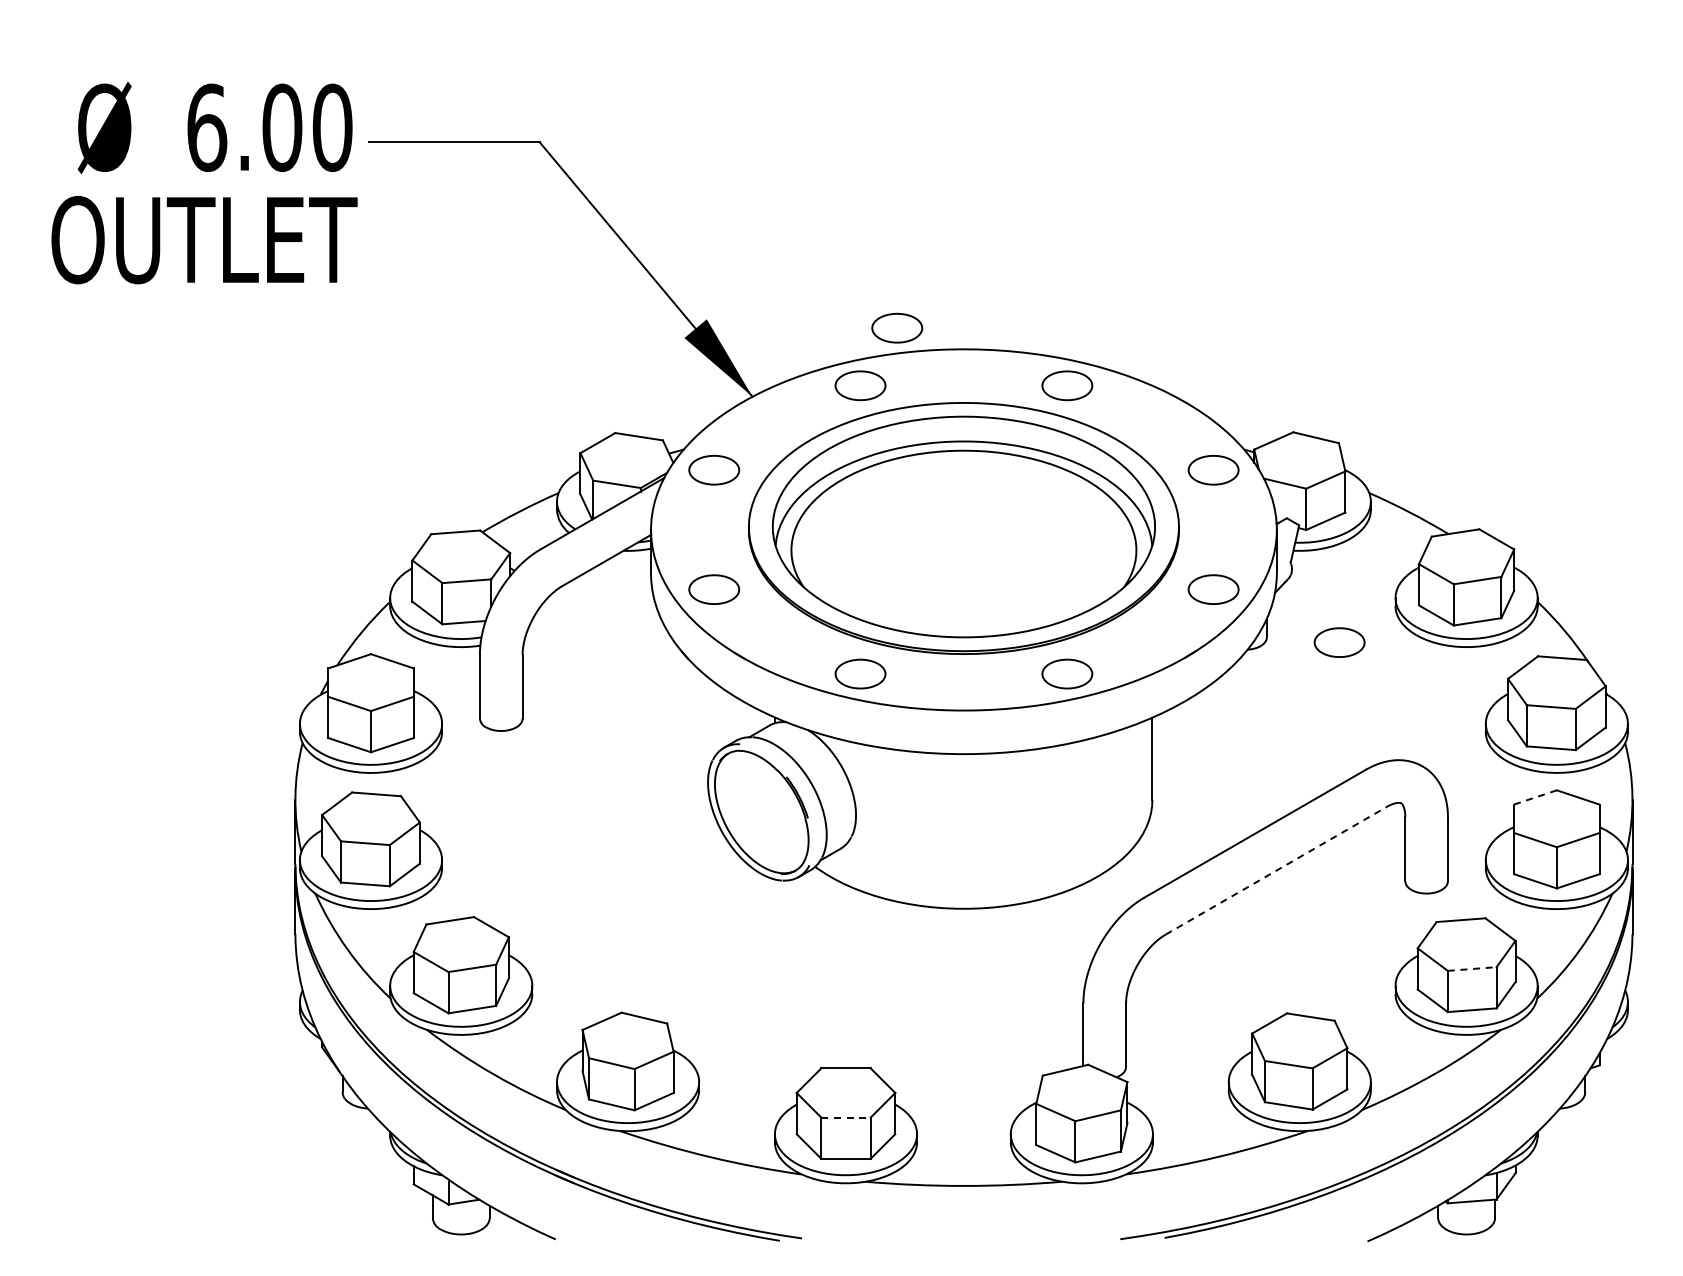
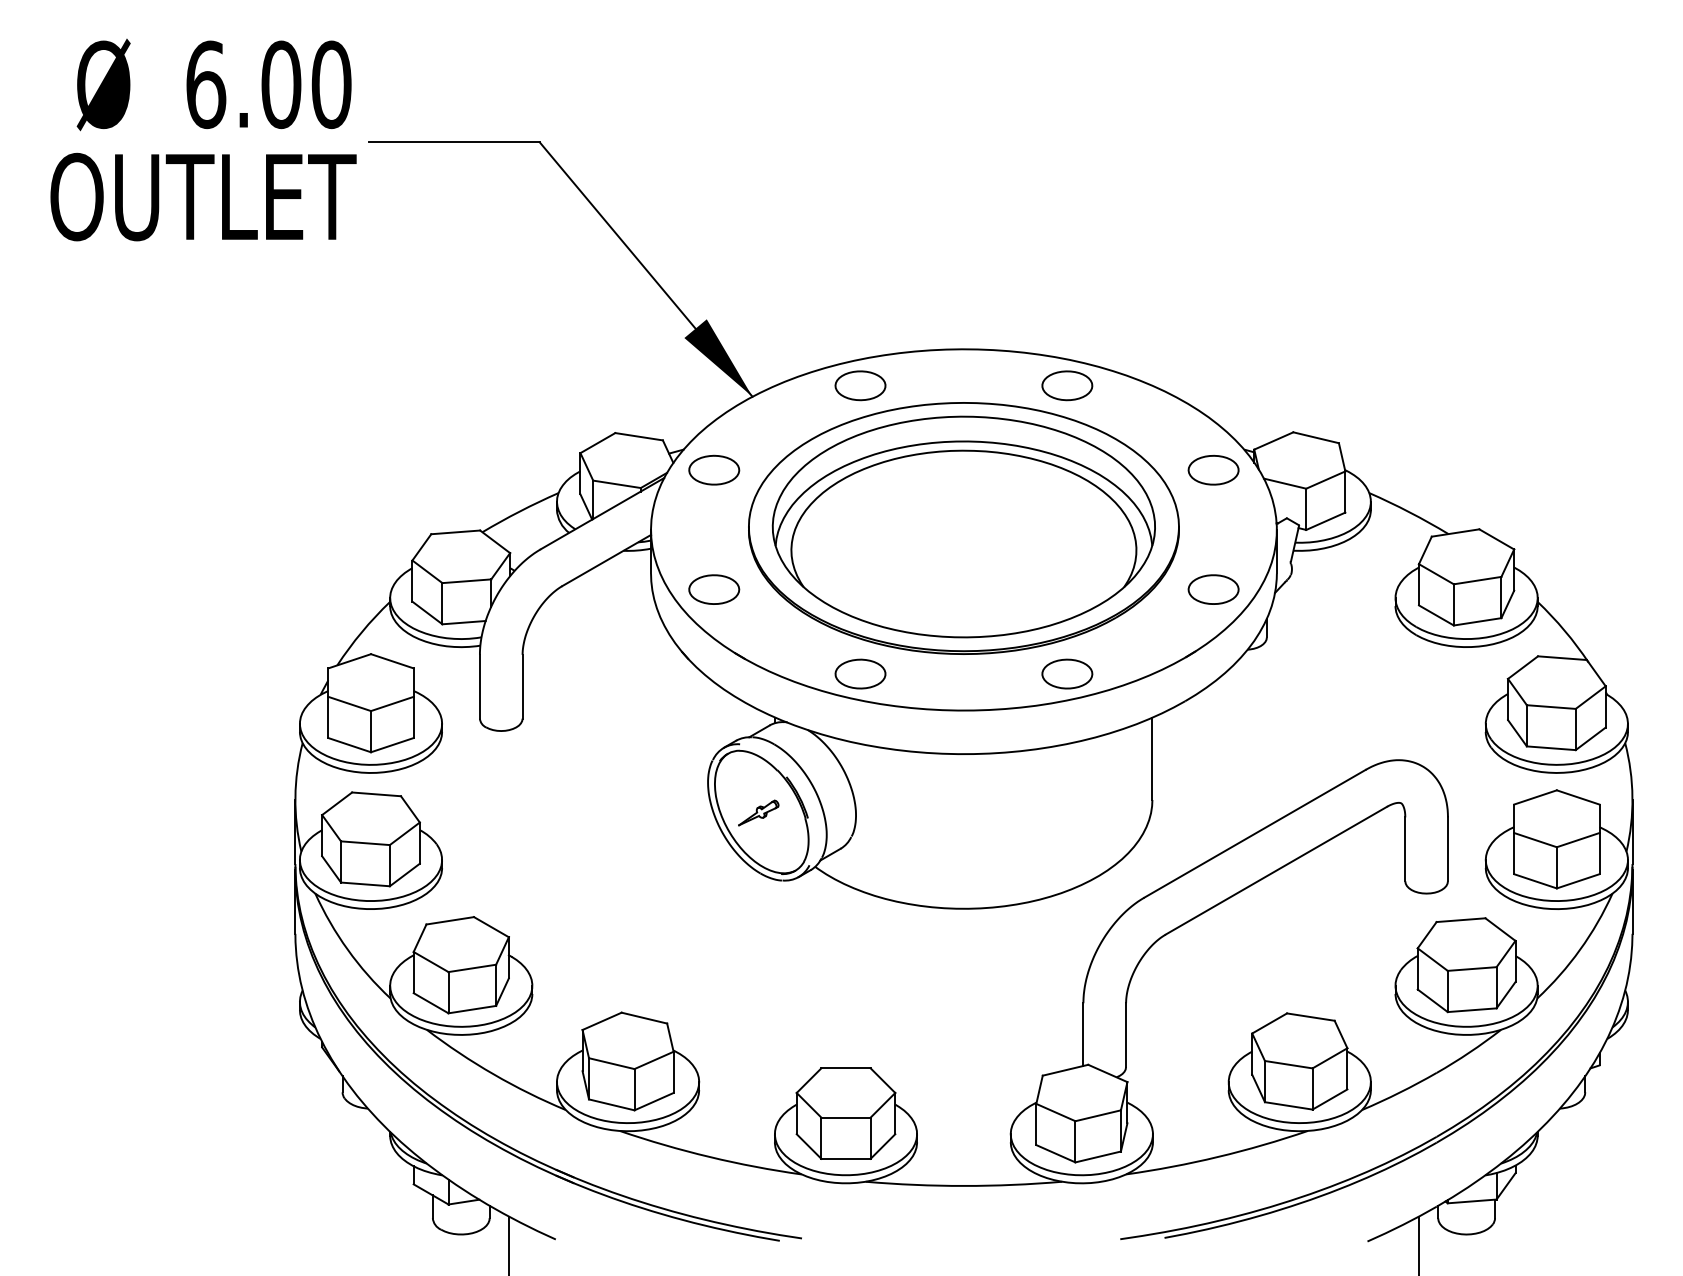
text at (204, 182) position: (204, 182) -> (203, 139)
part at (897, 327): present -> none
part at (1339, 642): present -> none
line at (1535, 797): dashed -> solid
part at (758, 812): none -> present
line at (1276, 870): dashed -> solid
line at (1472, 968): dashed -> solid
line at (846, 1117): dashed -> solid
line at (508, 1244): none -> present
line at (1419, 1244): none -> present
